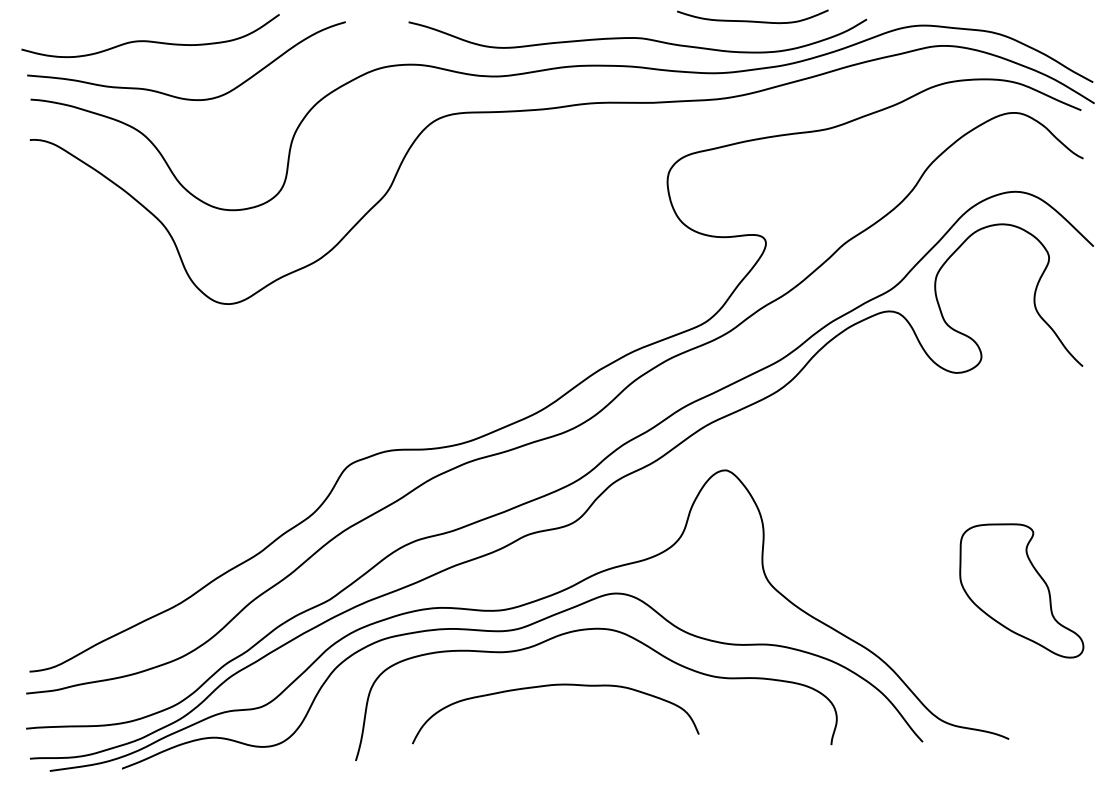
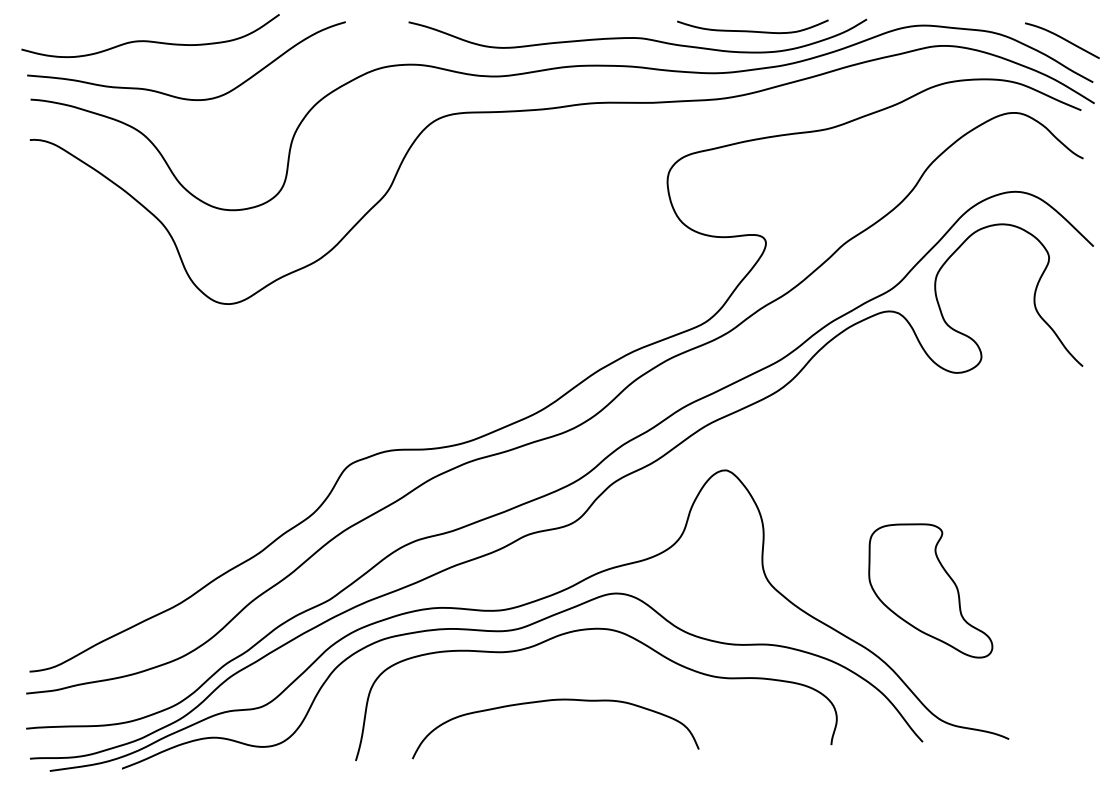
curve at (752, 20) position: (752, 20) -> (752, 30)
curve at (1062, 39): none -> present
part at (1021, 590) position: (1021, 590) -> (930, 590)
curve at (550, 686) position: (550, 686) -> (550, 701)
